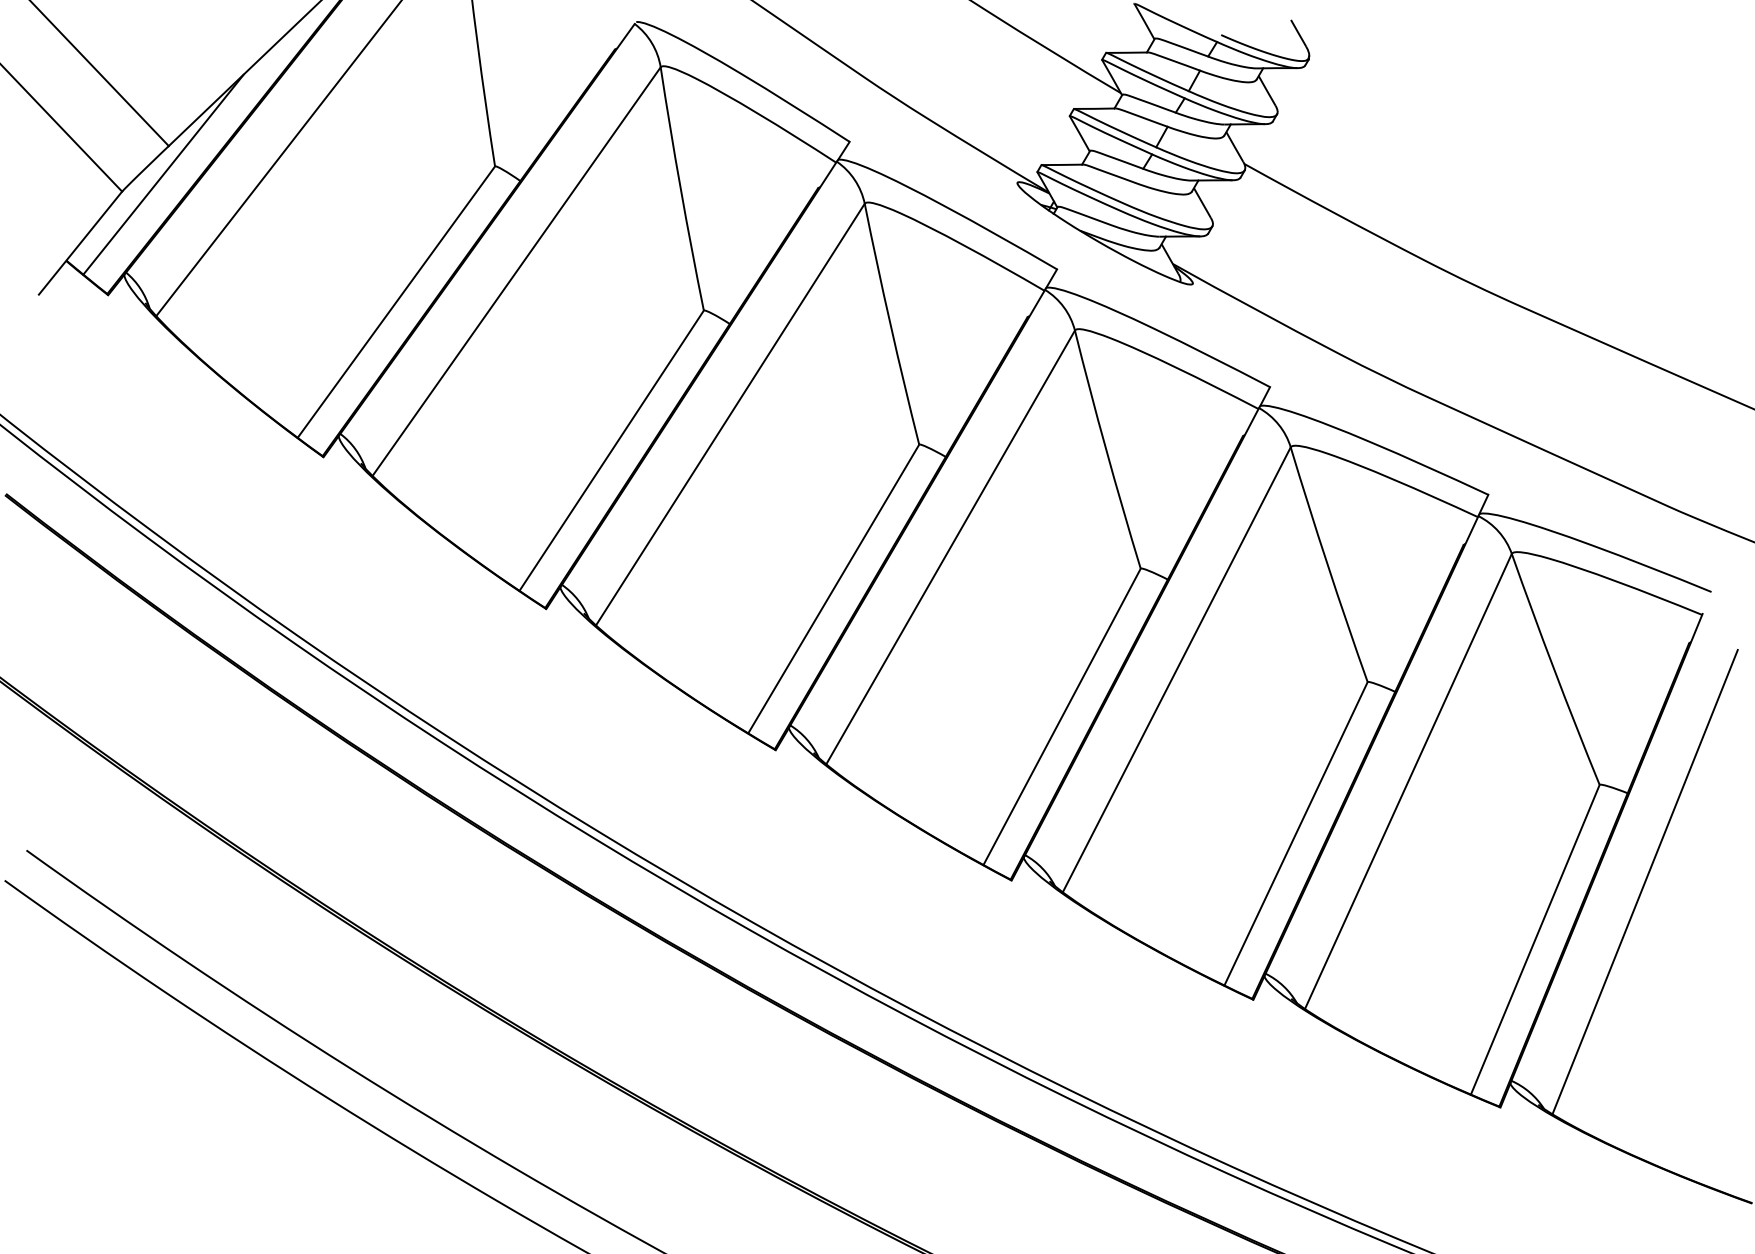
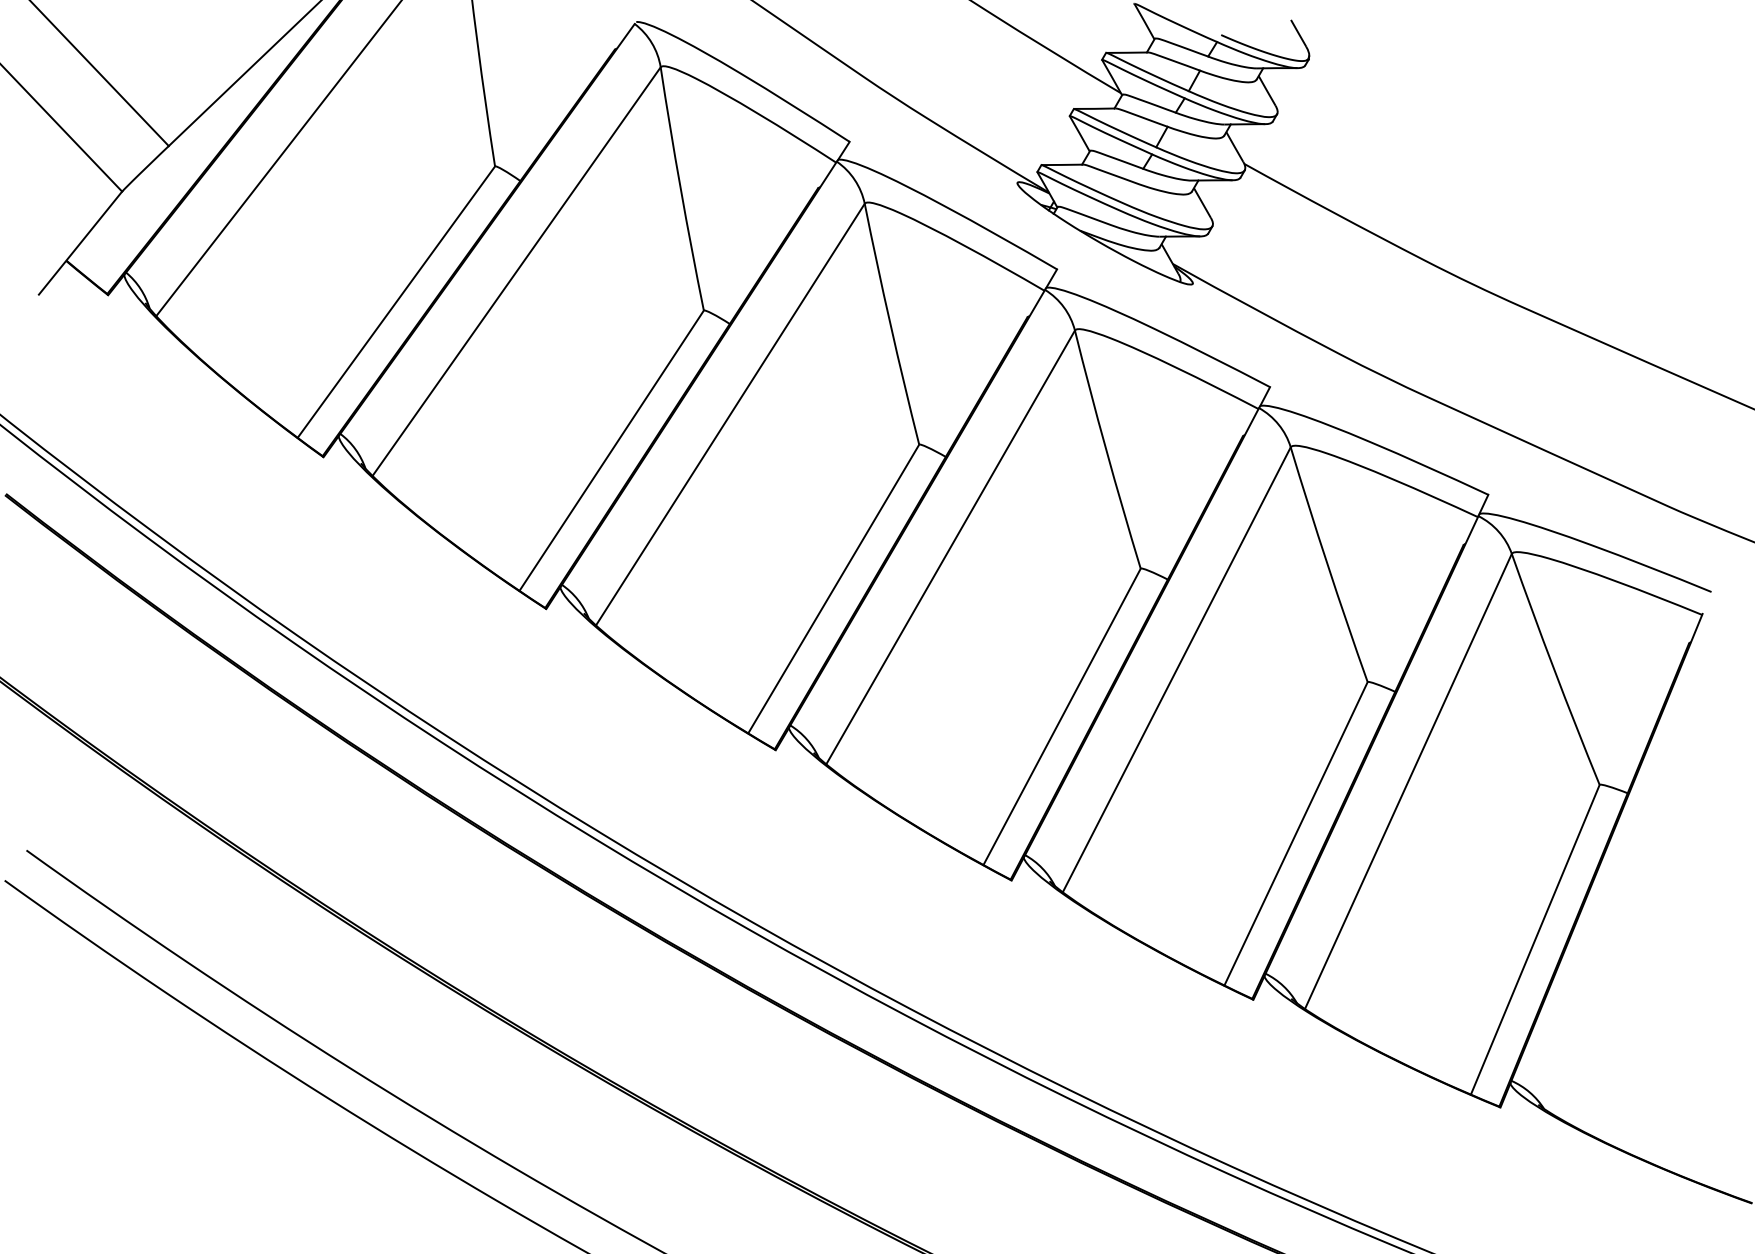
line at (163, 174): present -> none
line at (1644, 881): present -> none
